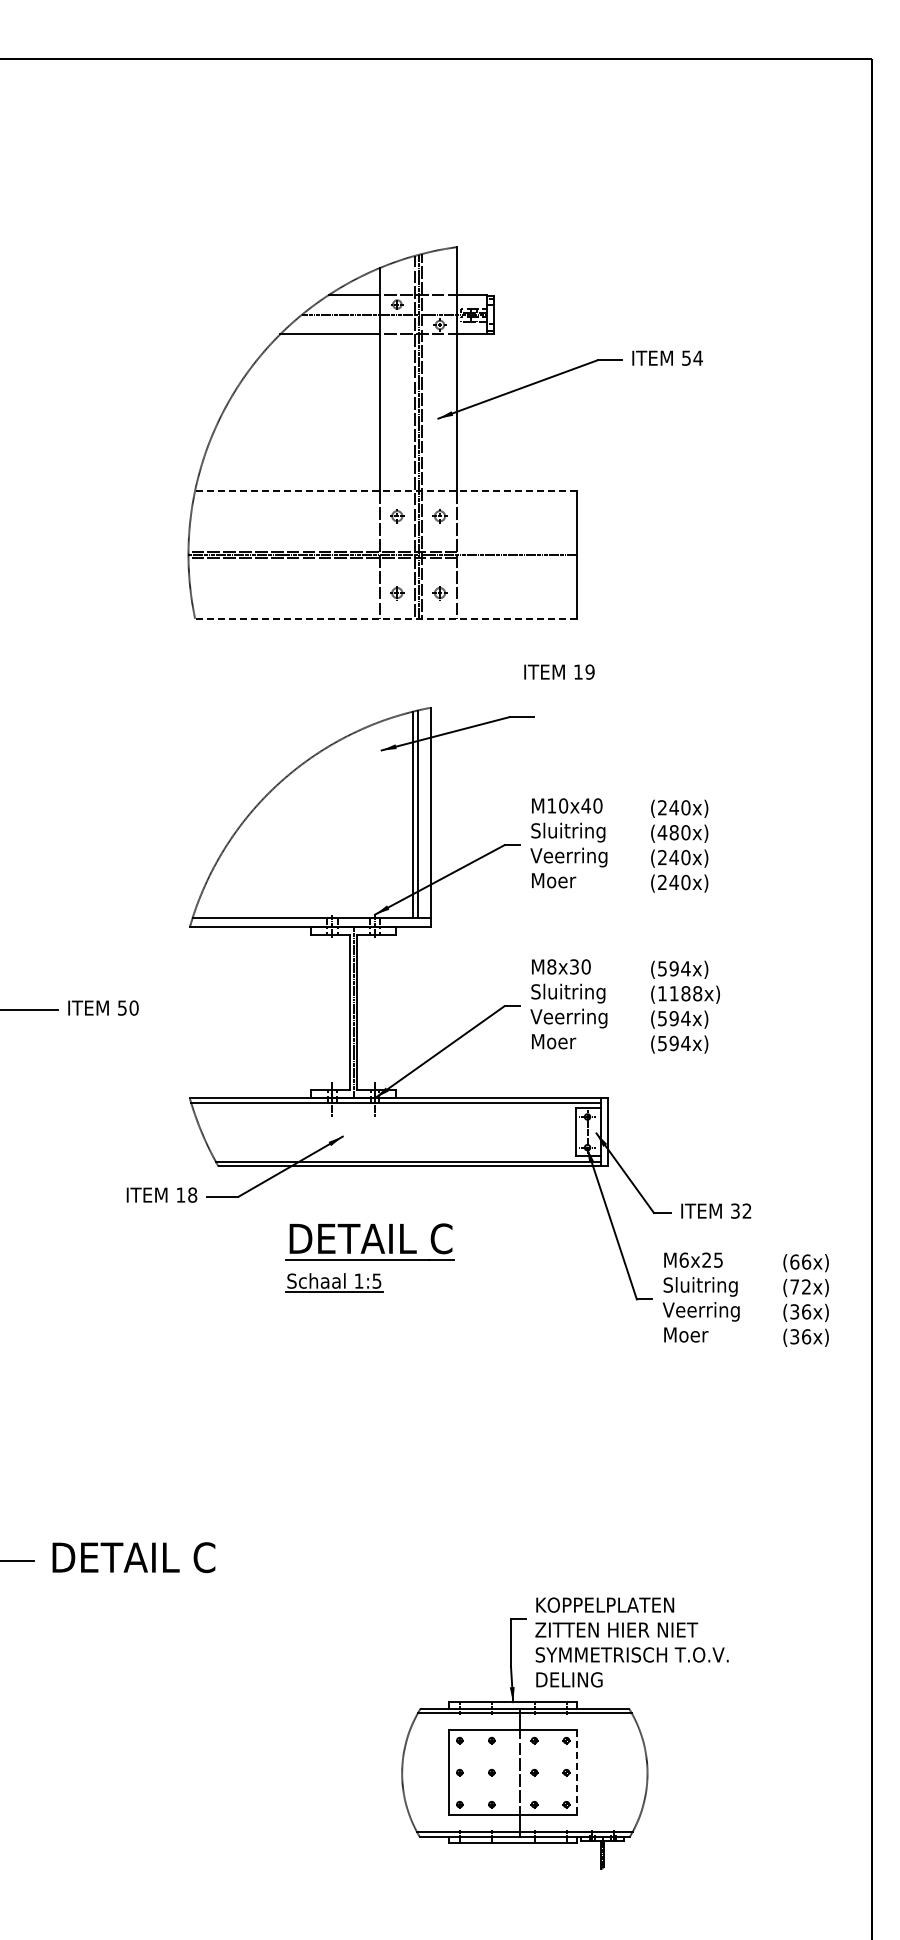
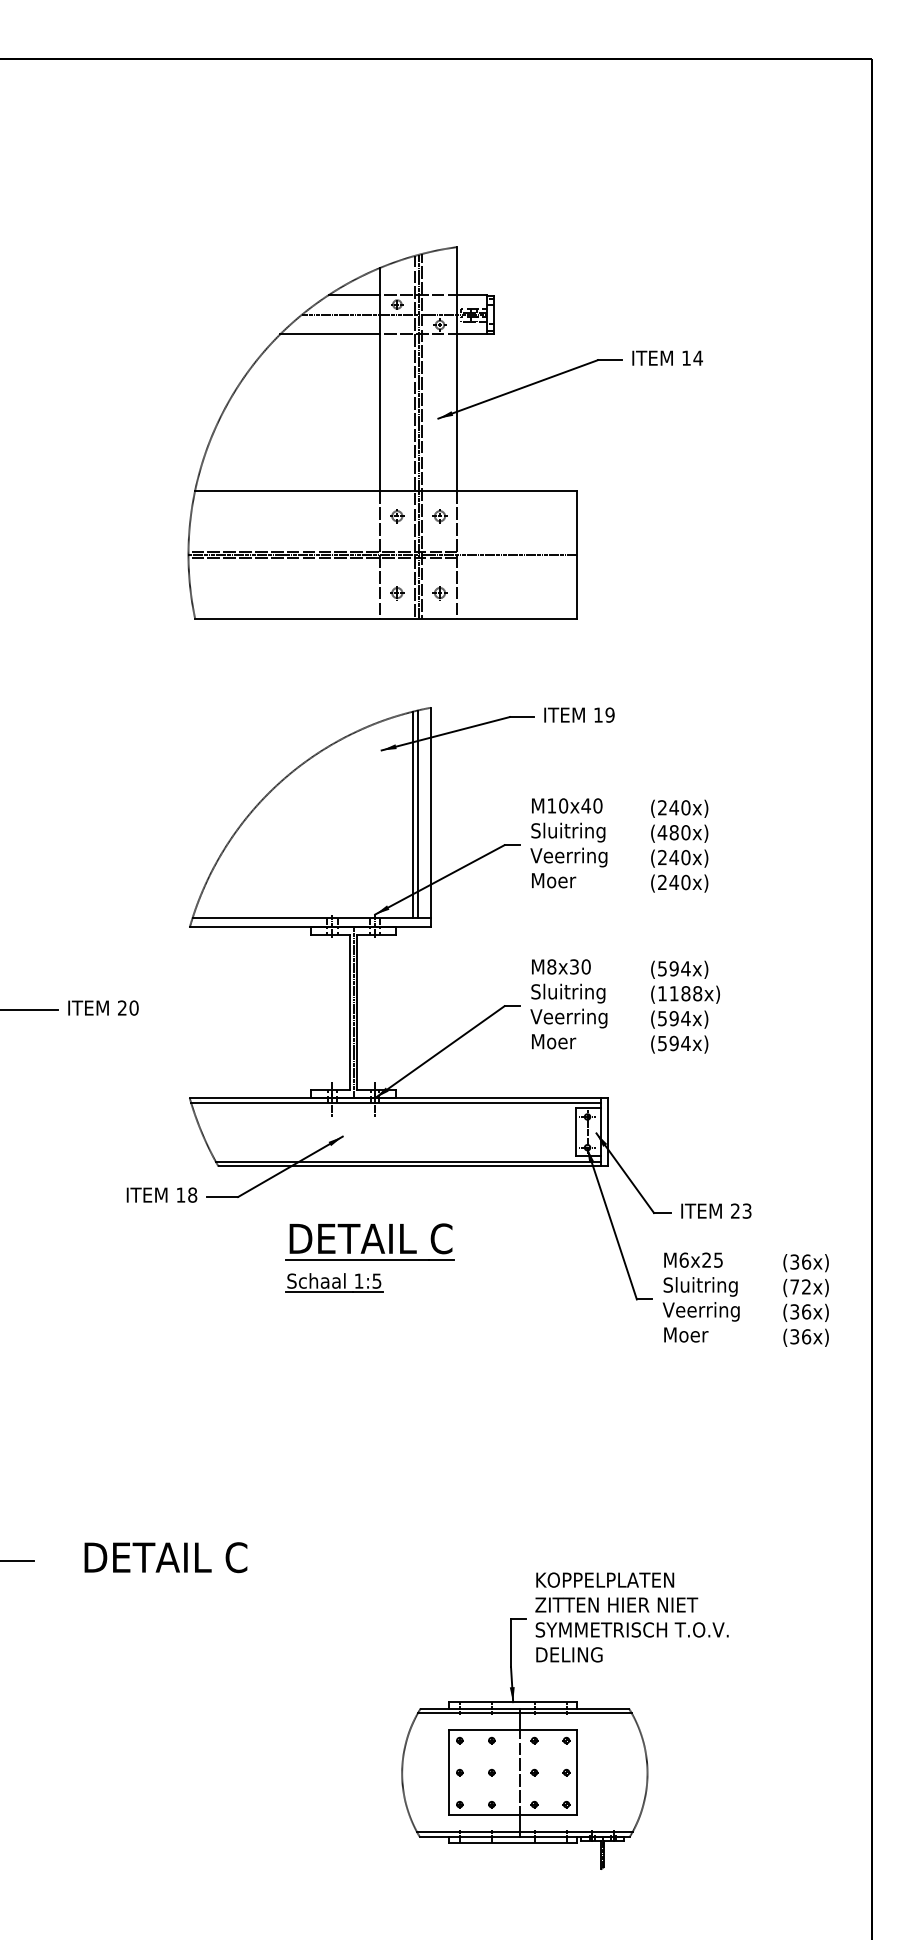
text at (686, 357): 54 -> 14
line at (385, 490): dashed -> solid
line at (385, 618): dashed -> solid
text at (559, 671) position: (559, 671) -> (579, 714)
text at (122, 1007): 50 -> 20
text at (741, 1210): 32 -> 23
text at (794, 1261): (66x) -> (36x)
text at (133, 1557) position: (133, 1557) -> (165, 1557)
text at (631, 1642) position: (631, 1642) -> (631, 1617)
line at (577, 1772): dashed -> solid
